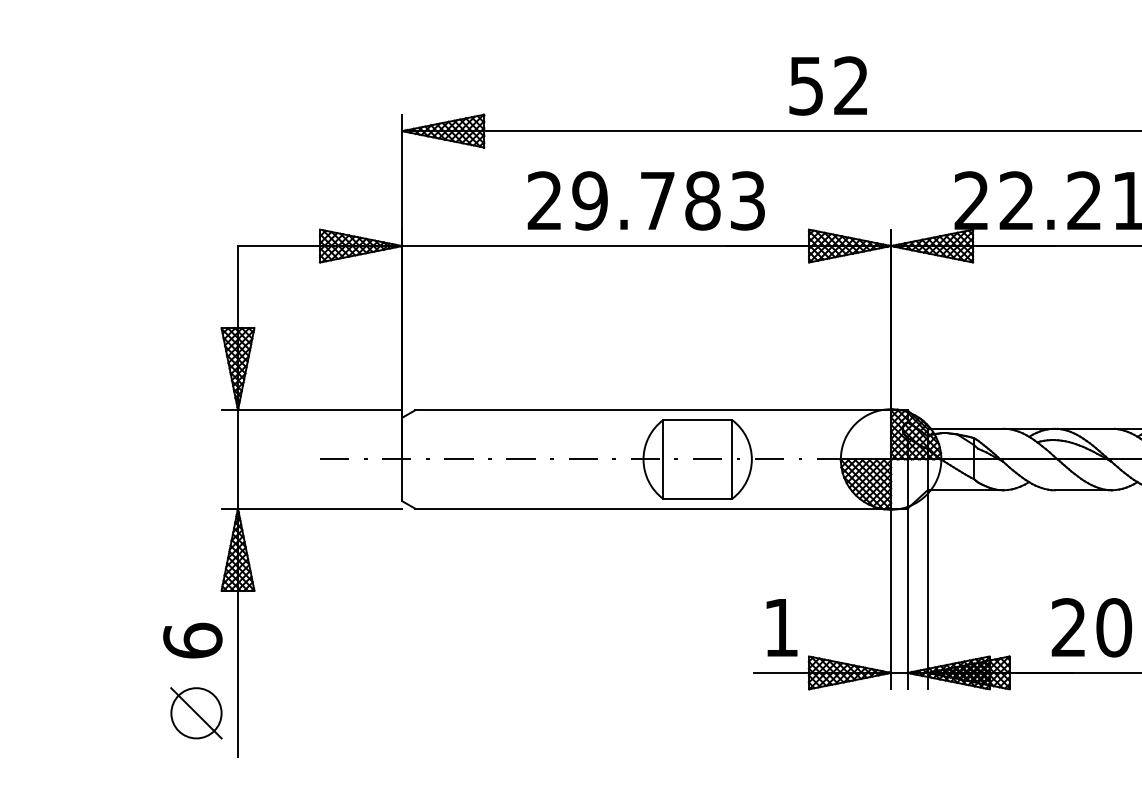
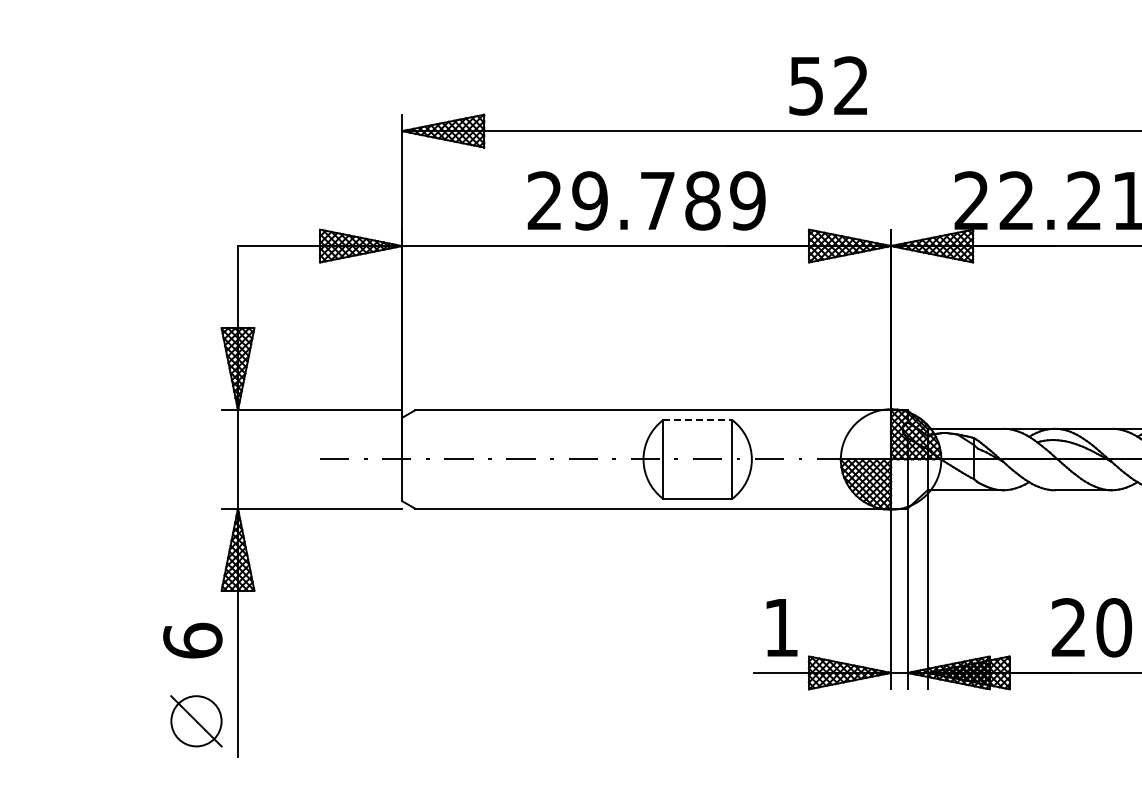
text at (747, 200): 29.783 -> 29.789
line at (698, 420): solid -> dashed
part at (196, 713) position: (196, 713) -> (196, 721)
